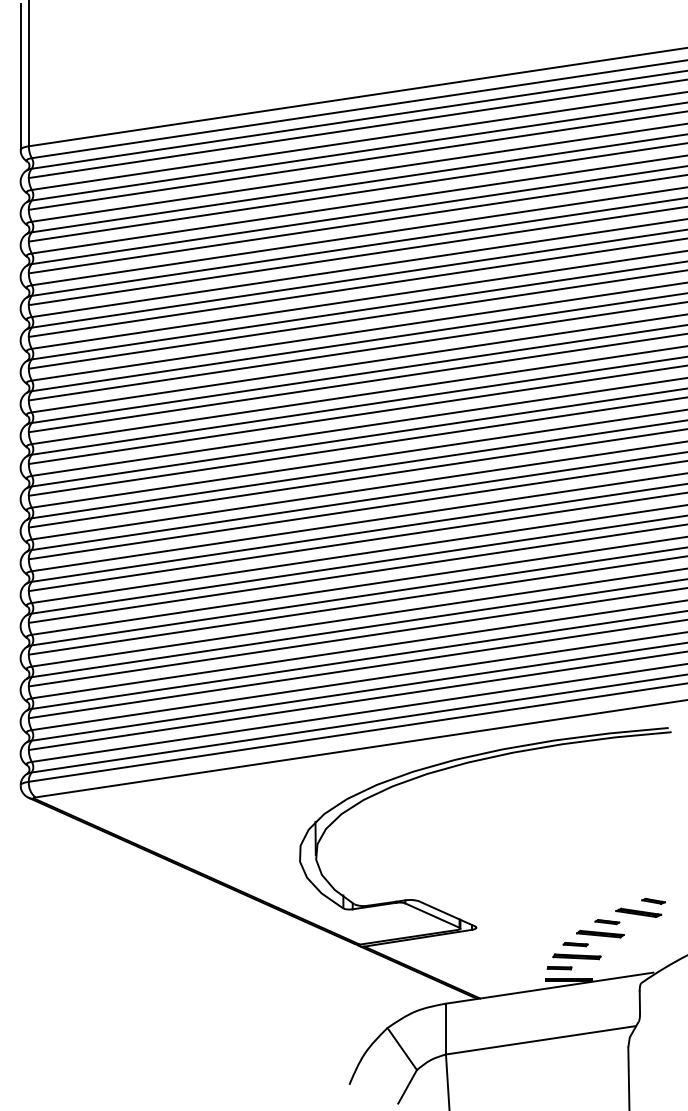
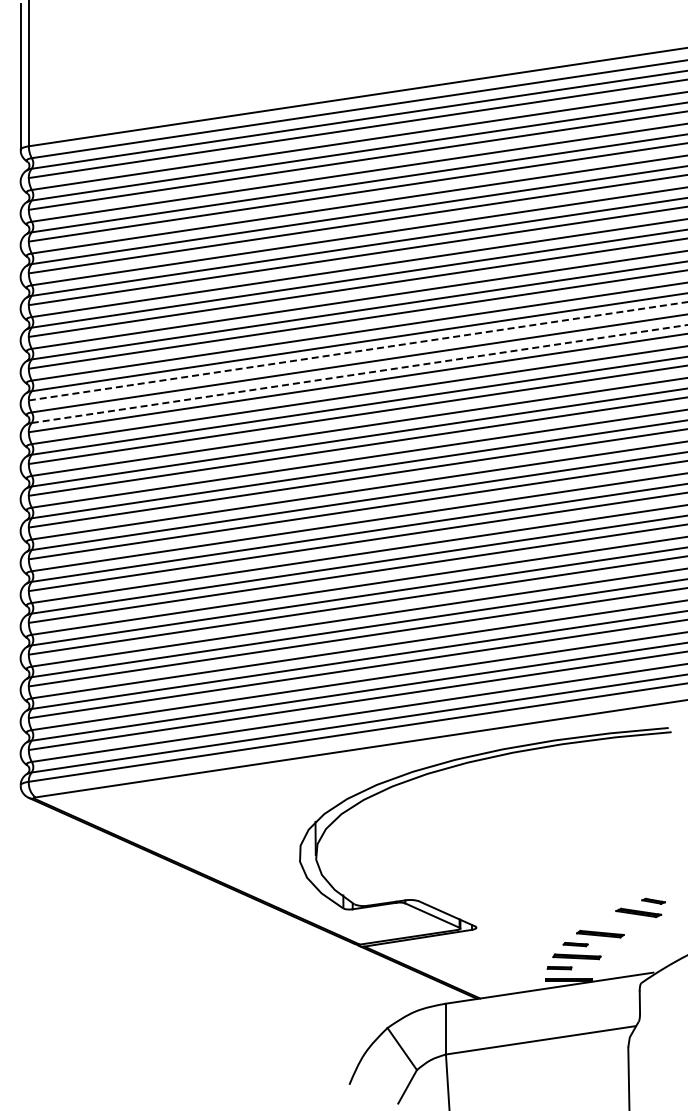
line at (358, 351): solid -> dashed
line at (359, 373): solid -> dashed
part at (607, 922): present -> none
